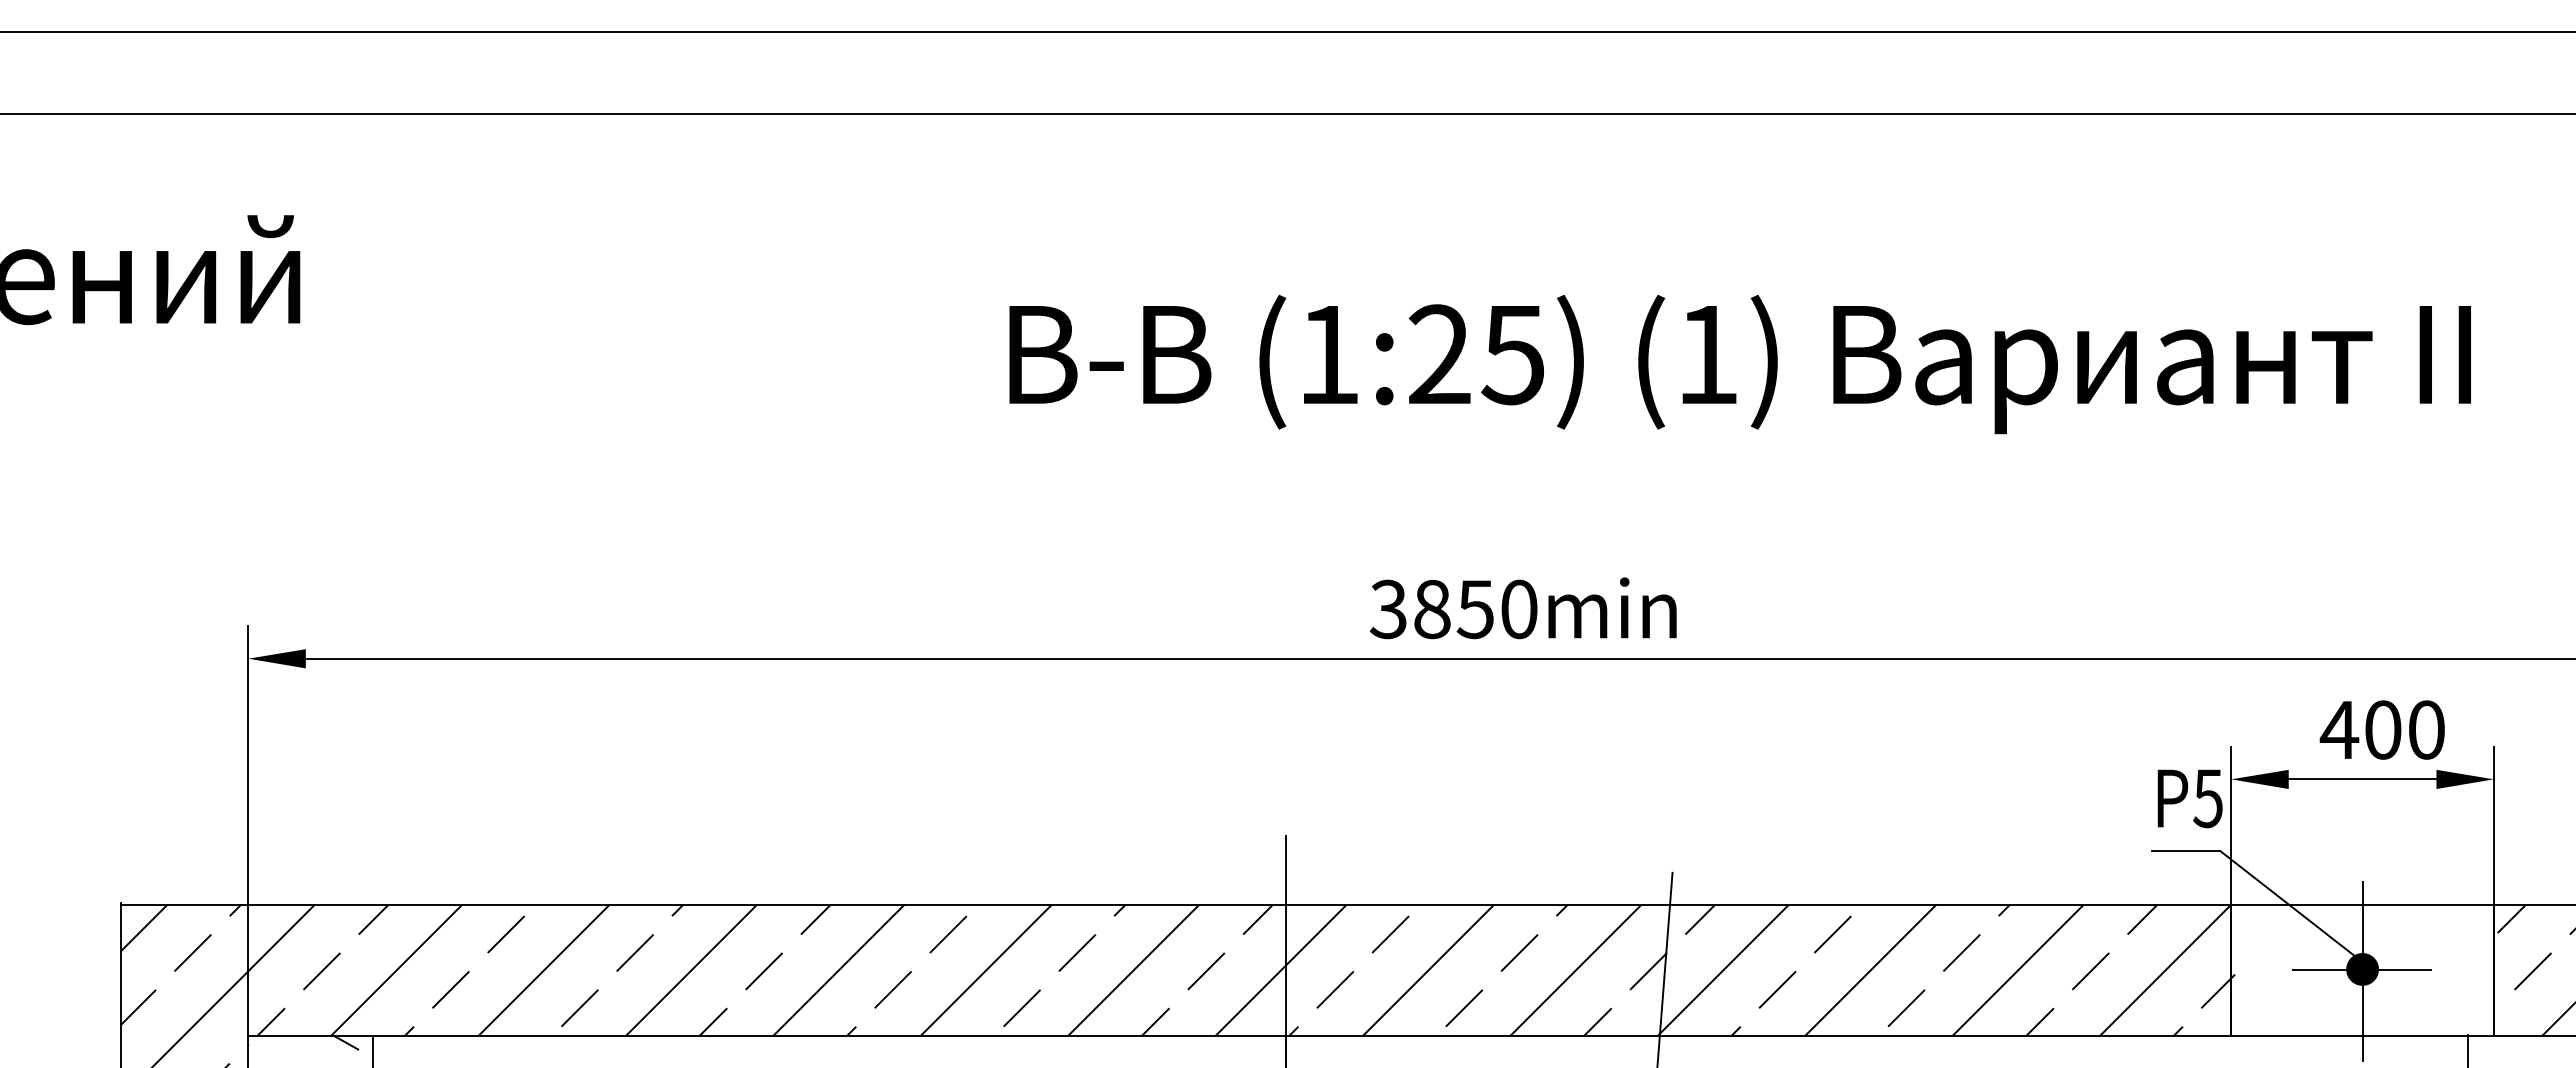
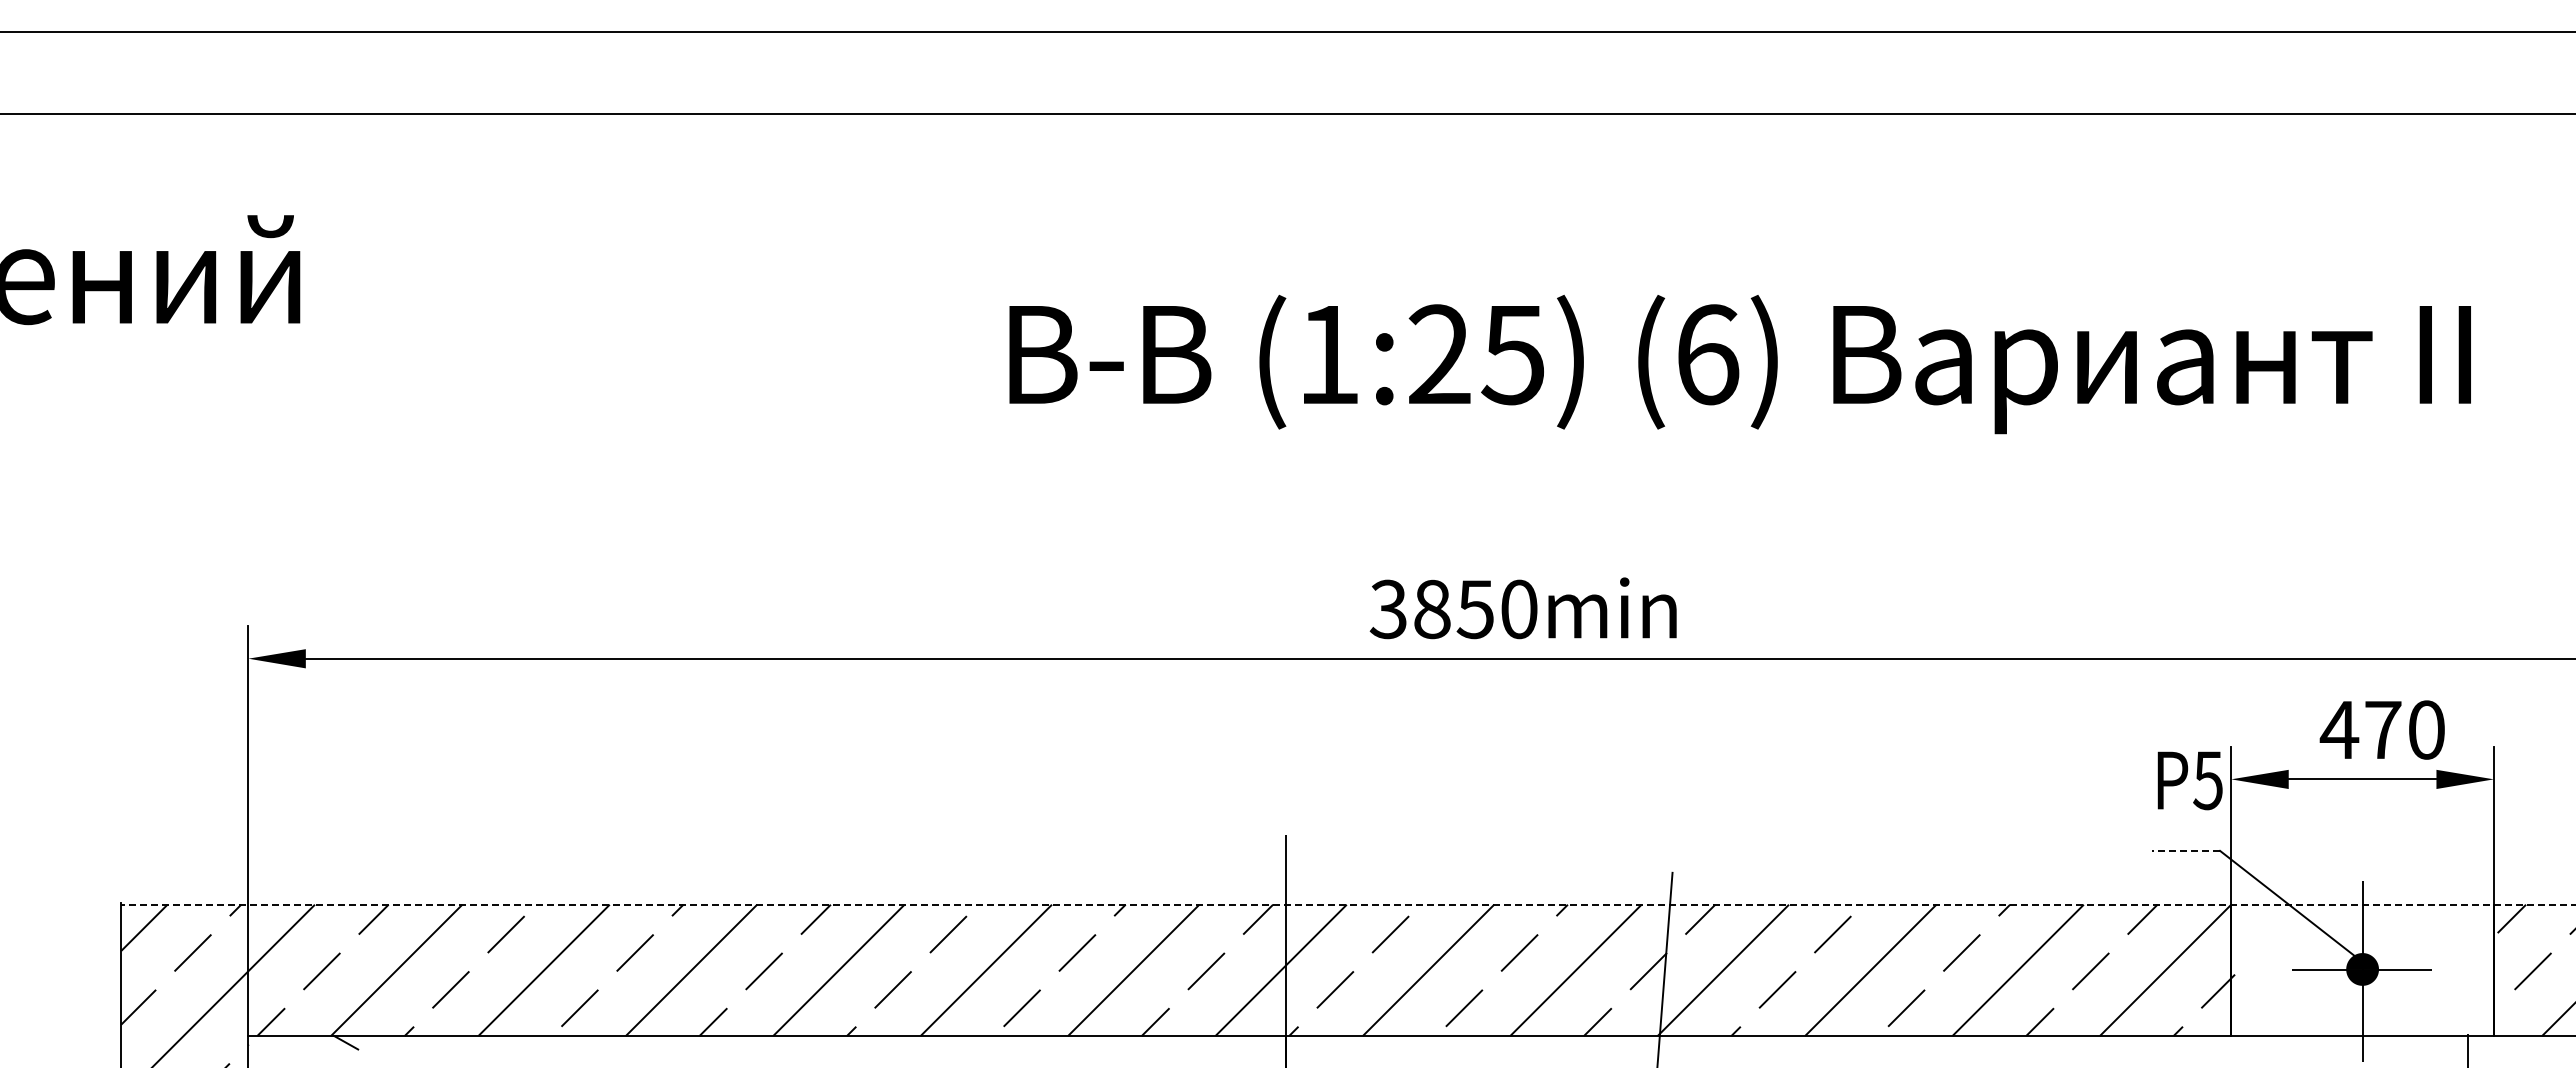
text at (1708, 354): (1) -> (6)
text at (2383, 729): 400 -> 470
text at (2189, 798) position: (2189, 798) -> (2189, 780)
line at (2185, 850): solid -> dashed
line at (1347, 904): solid -> dashed
line at (373, 1050): present -> none
